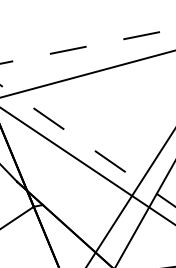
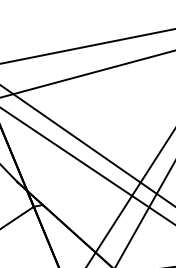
line at (88, 46): dashed -> solid
line at (87, 146): dashed -> solid
